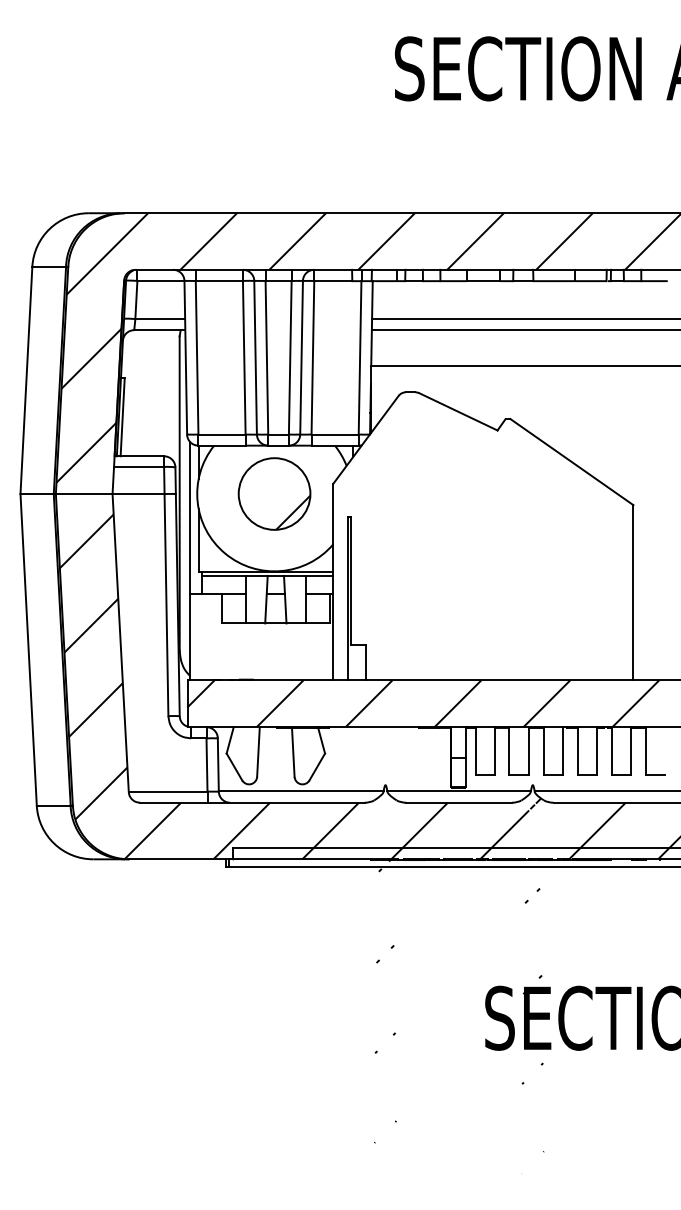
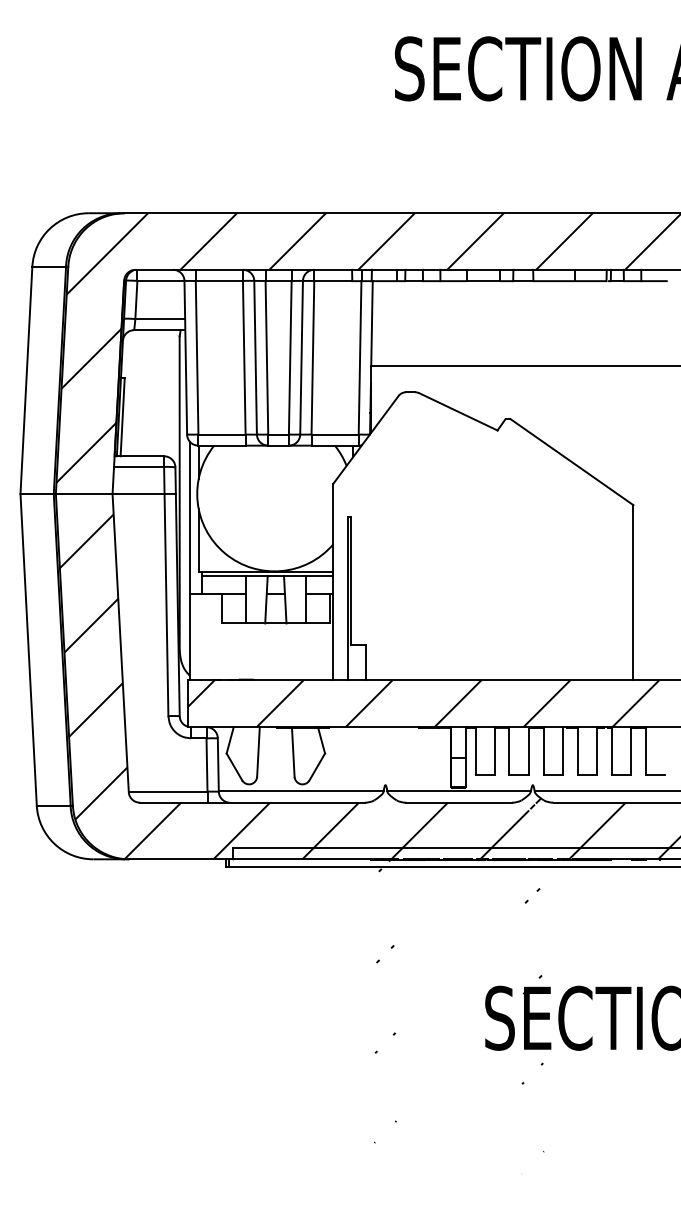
line at (524, 319): present -> none
line at (524, 330): present -> none
part at (274, 493): present -> none
